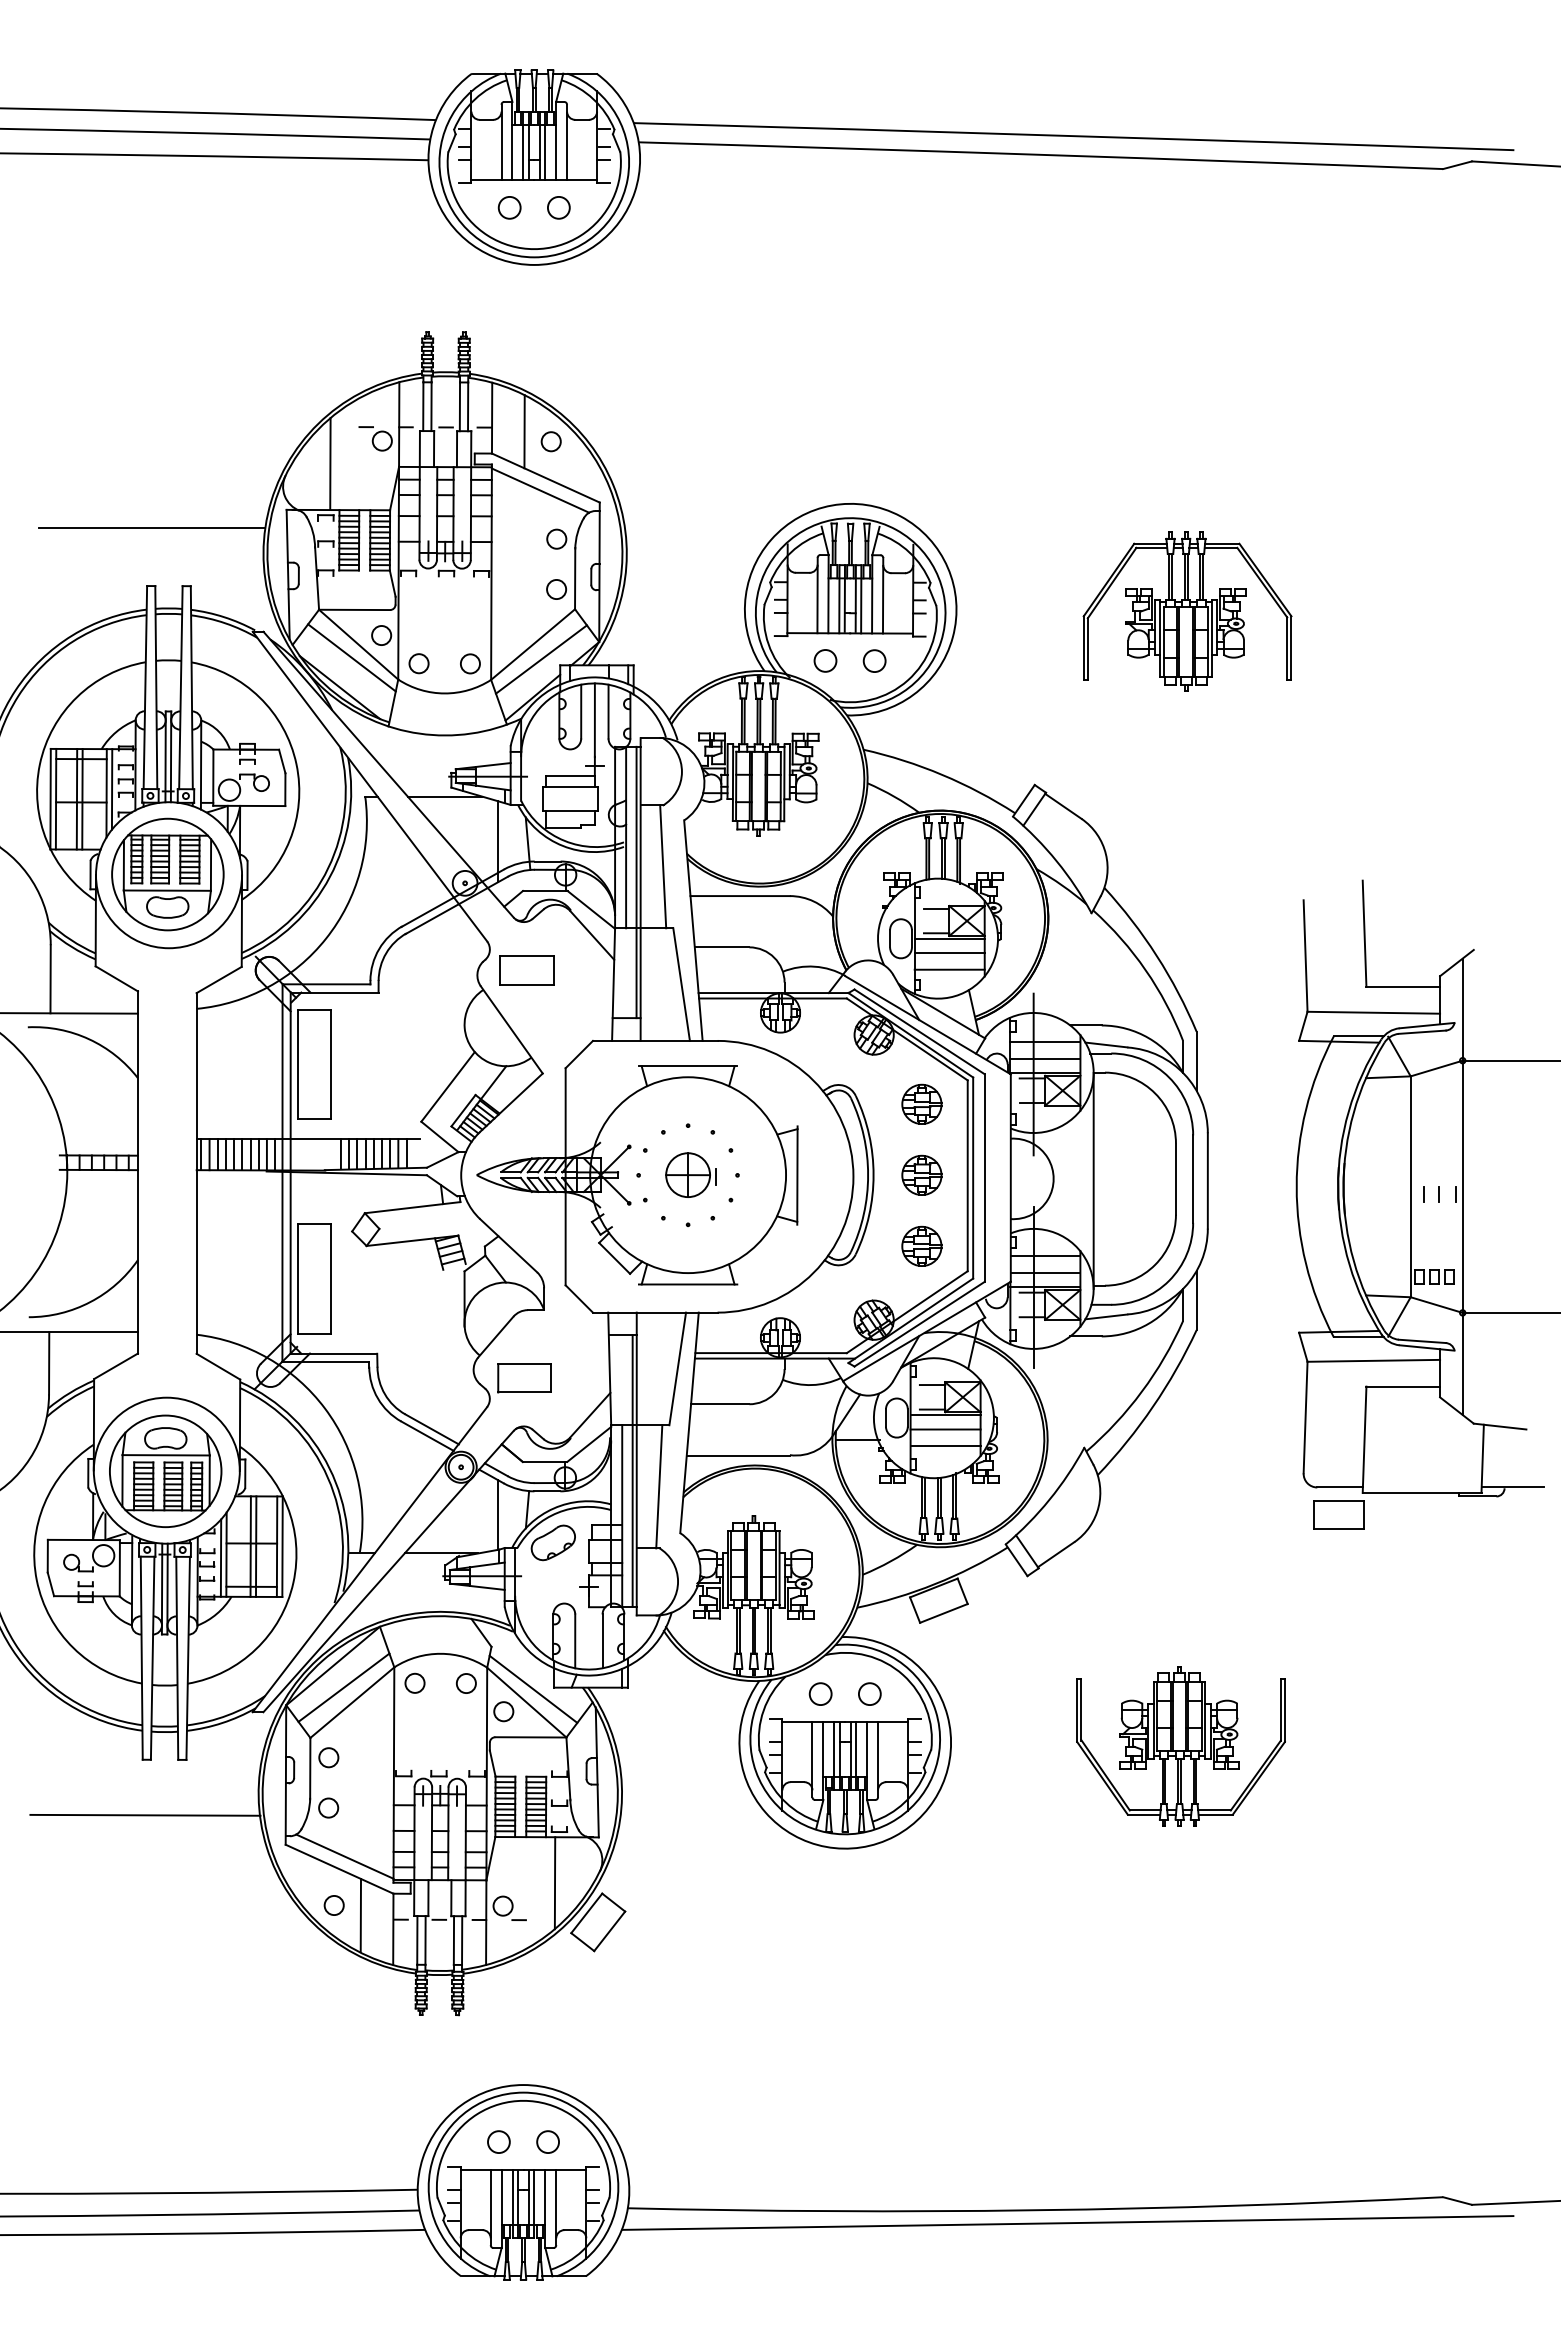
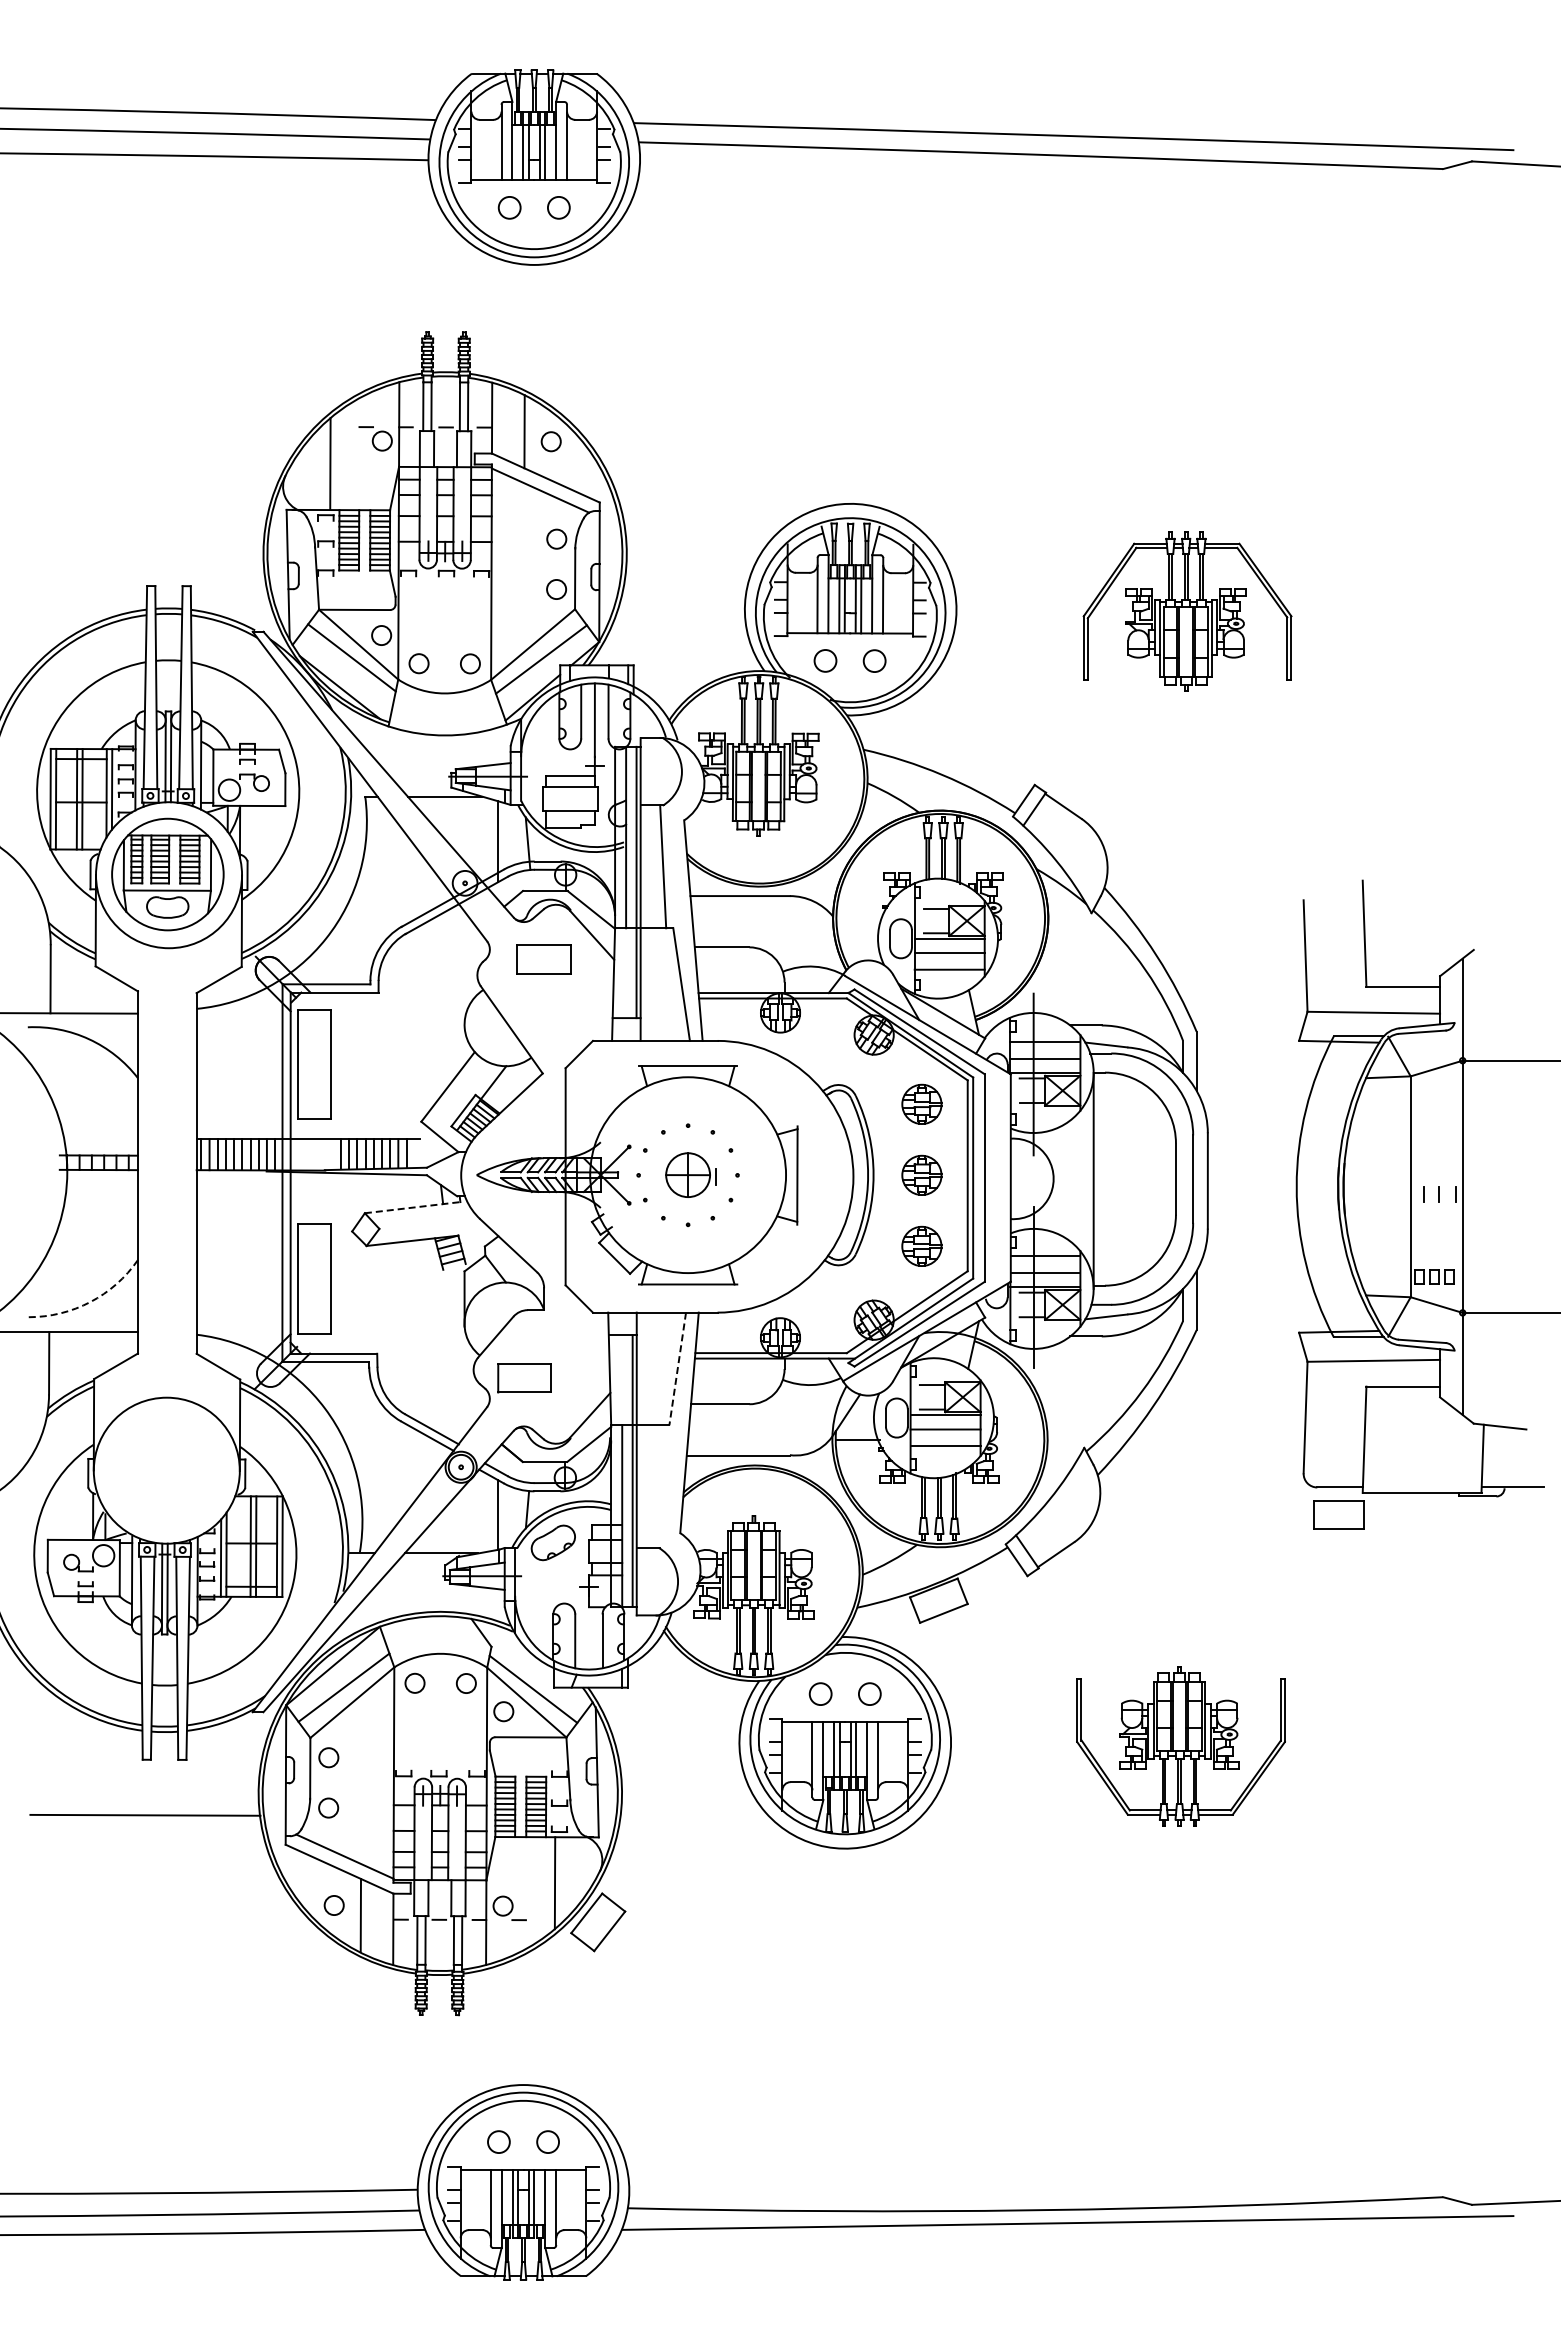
line at (152, 527): present -> none
part at (526, 970) position: (526, 970) -> (543, 959)
line at (413, 1207): solid -> dashed
arc at (90, 1302): solid -> dashed
line at (677, 1368): solid -> dashed
part at (165, 1471): present -> none
line at (659, 1486): present -> none
